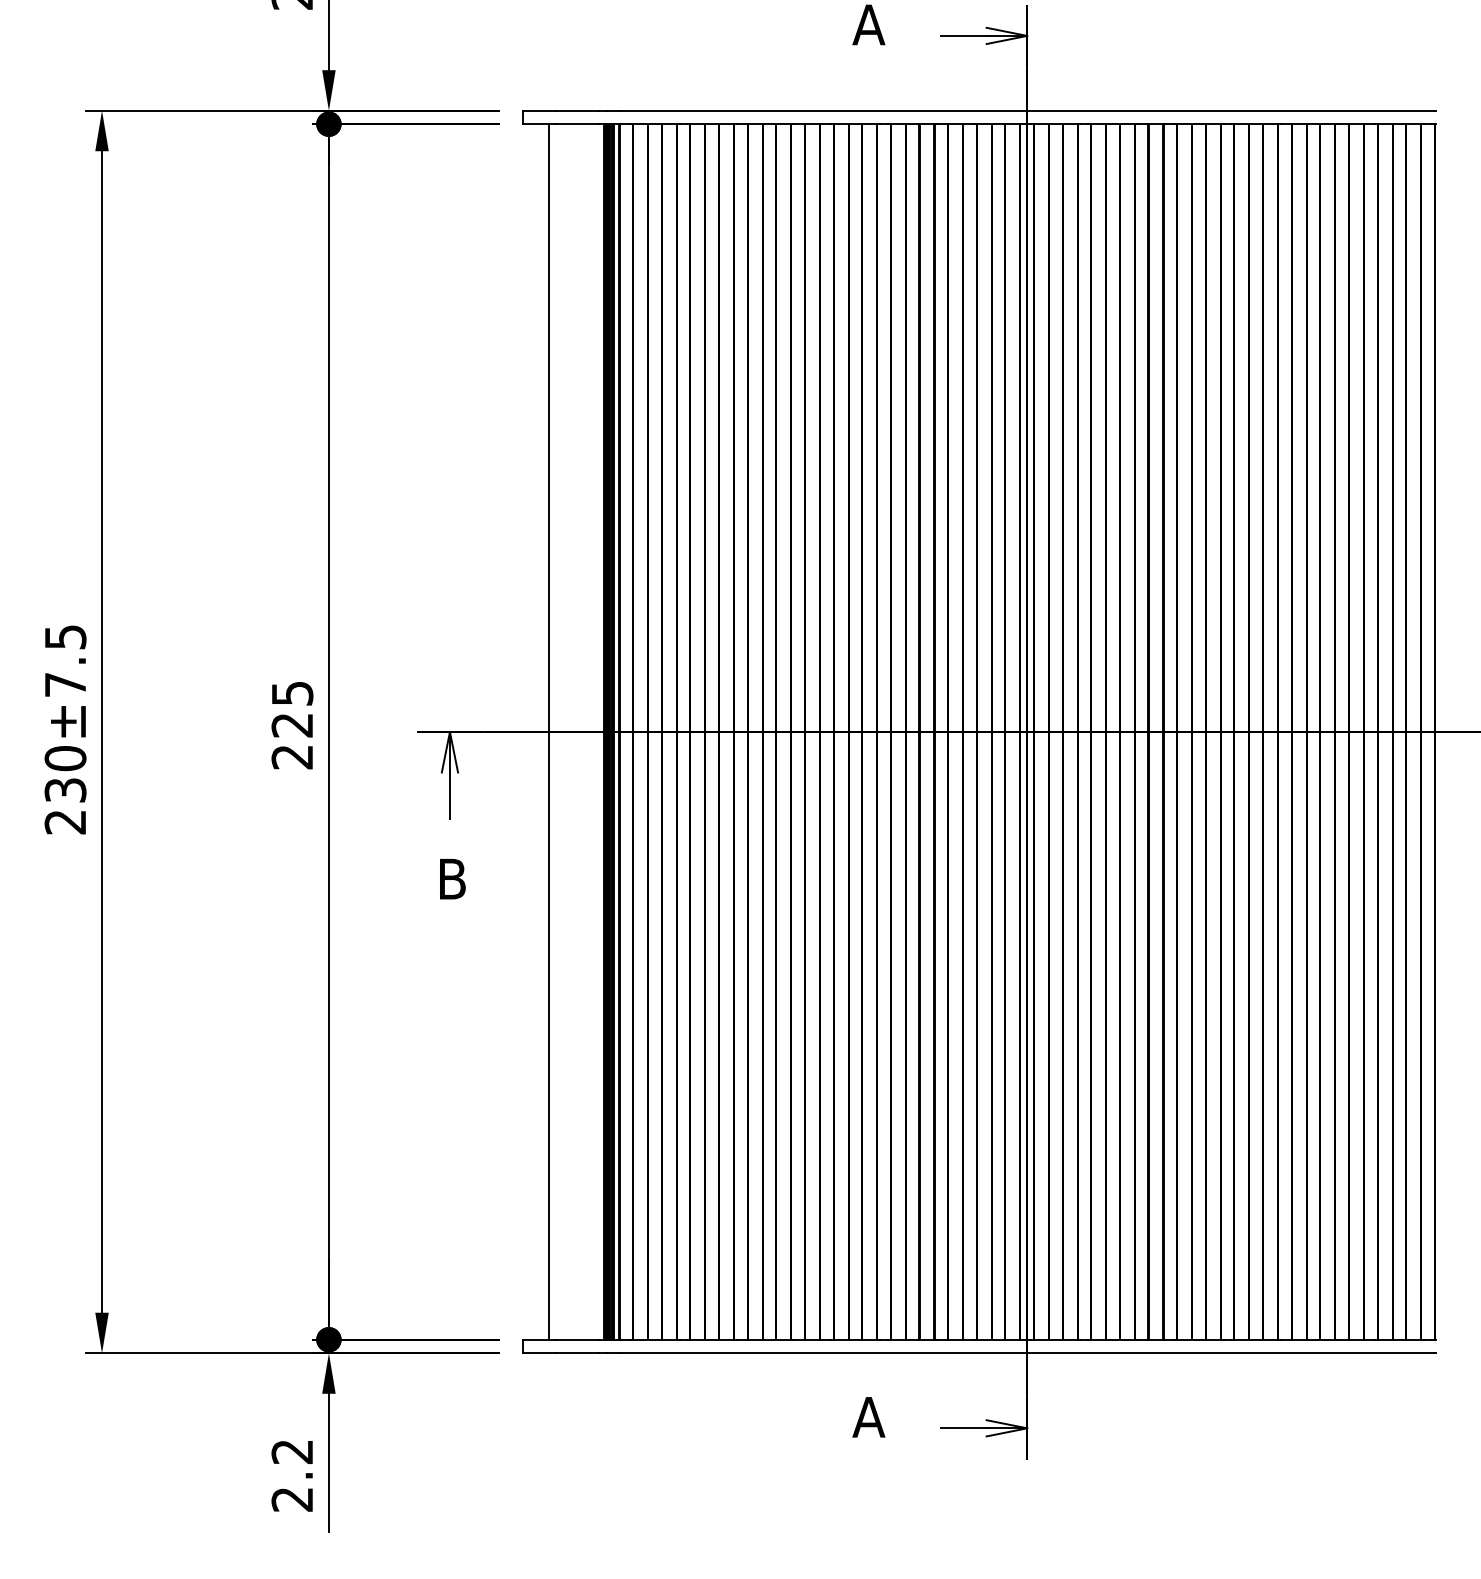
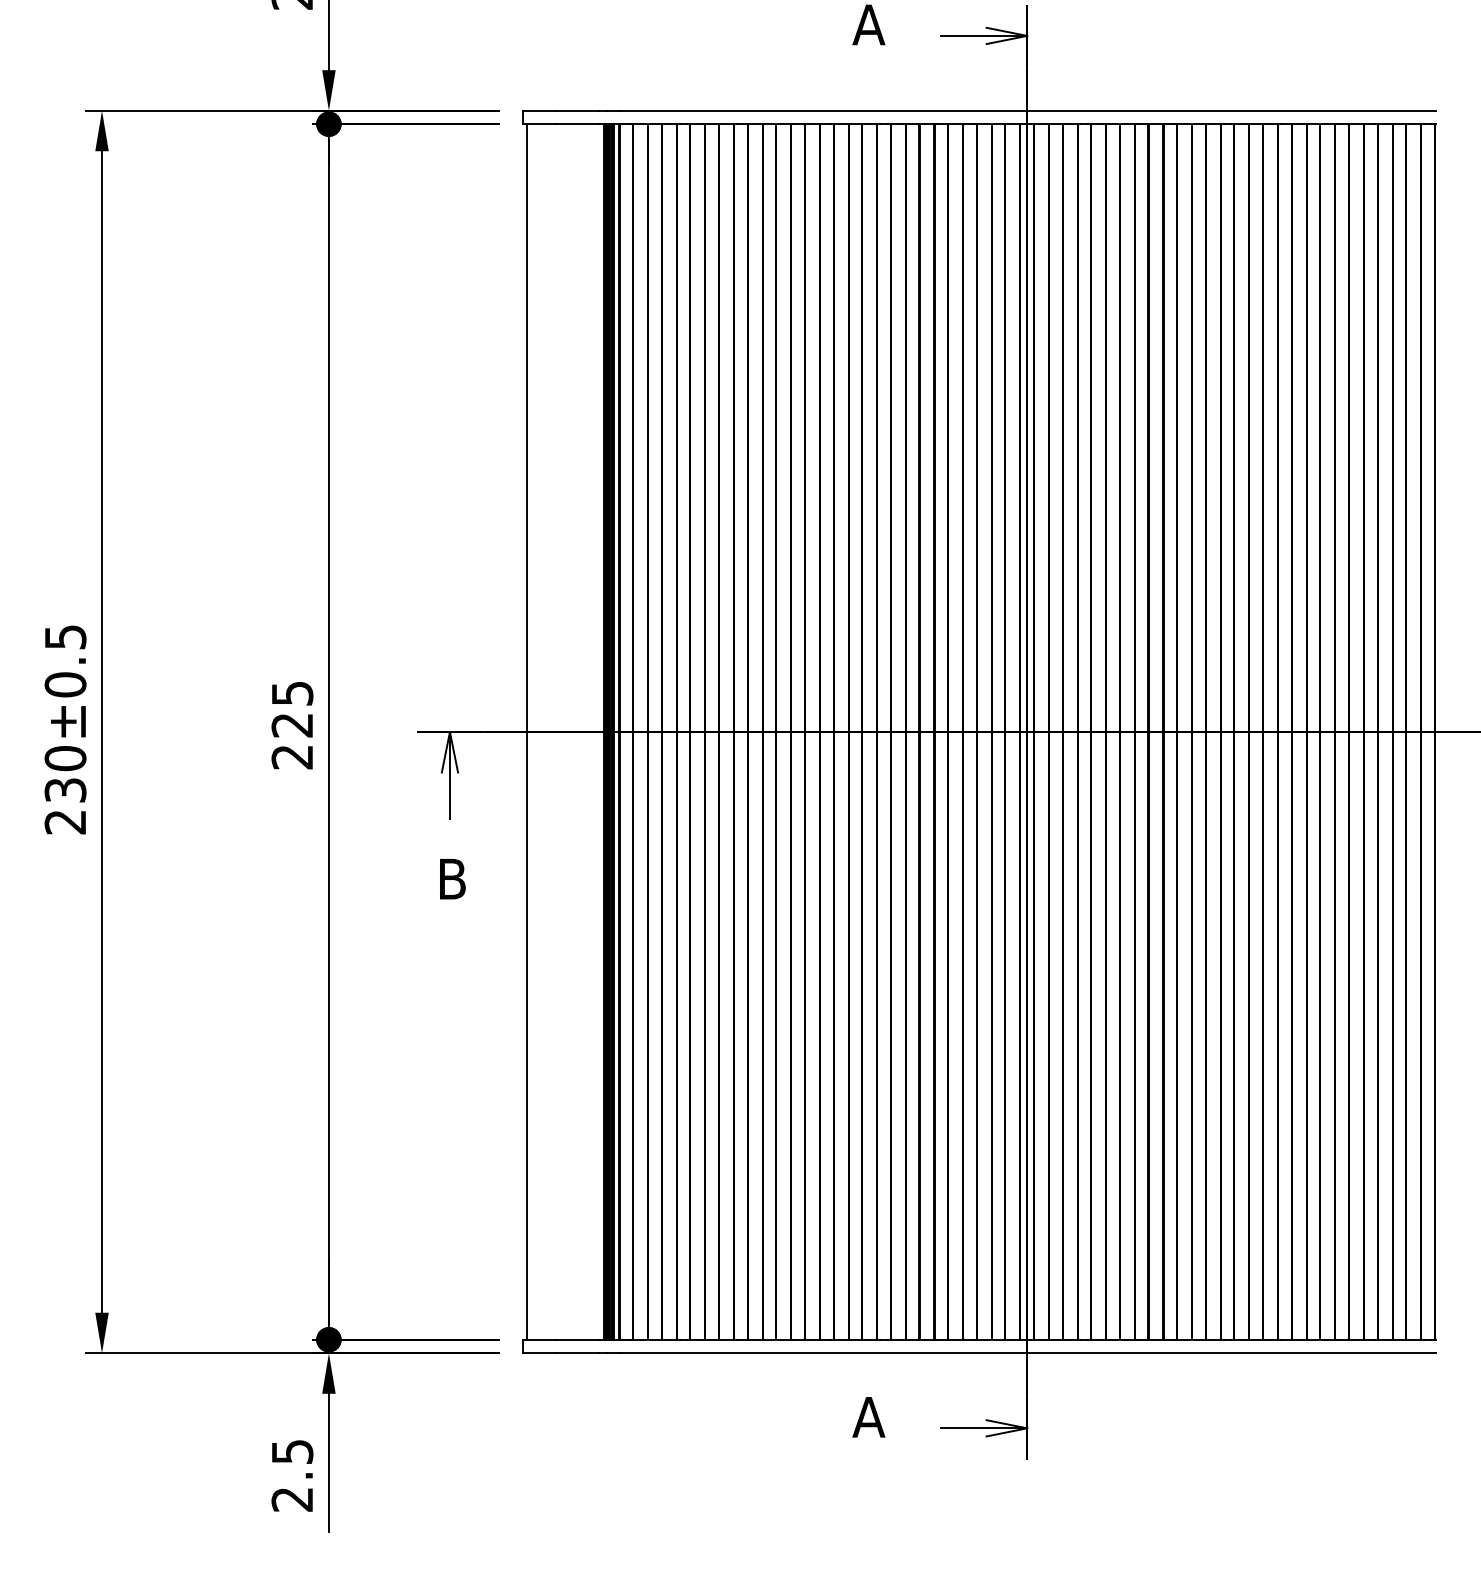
text at (65, 684): 230±7.5 -> 230±0.5
line at (549, 731) position: (549, 731) -> (527, 731)
text at (292, 1452): 2.2 -> 2.5
